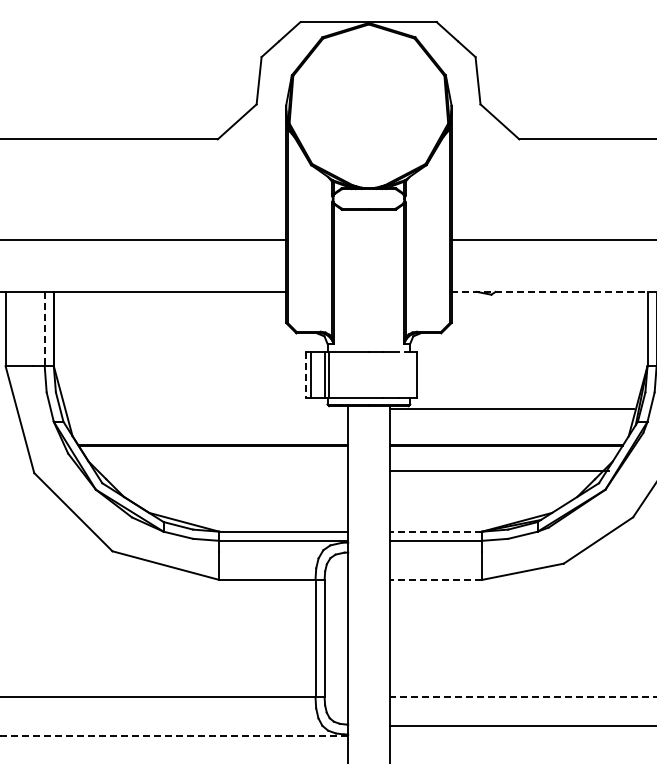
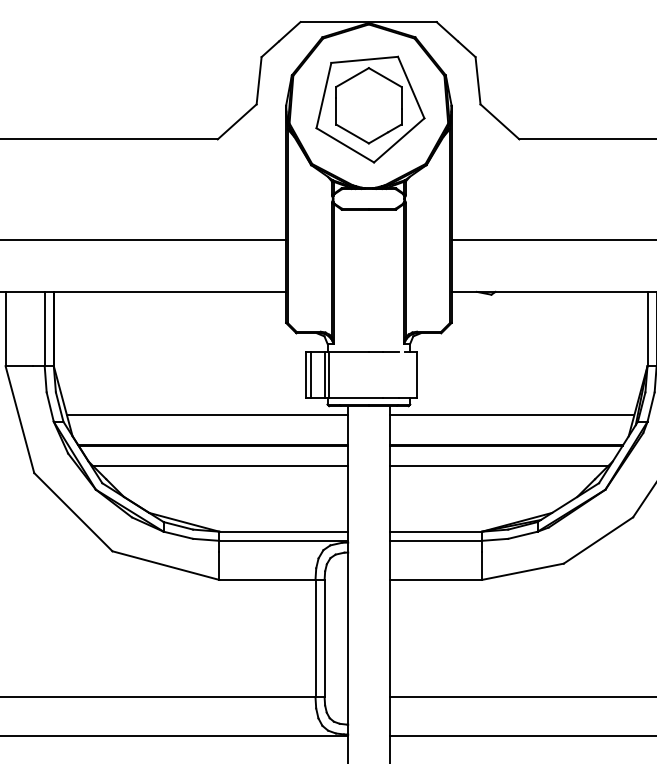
part at (370, 109): none -> present
line at (553, 291): dashed -> solid
line at (44, 329): dashed -> solid
line at (305, 375): dashed -> solid
line at (511, 408) position: (511, 408) -> (511, 414)
line at (207, 414): none -> present
line at (220, 465): none -> present
line at (498, 470) position: (498, 470) -> (498, 465)
line at (435, 531): dashed -> solid
line at (435, 579): dashed -> solid
line at (522, 697): dashed -> solid
line at (521, 726) position: (521, 726) -> (521, 736)
line at (174, 736): dashed -> solid
